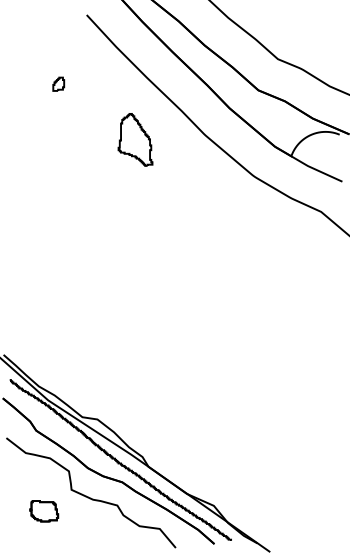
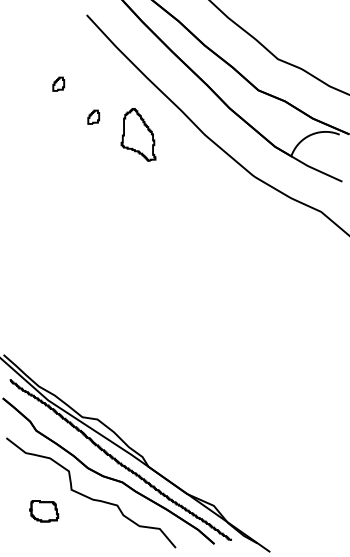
part at (93, 116): none -> present
part at (135, 139) position: (135, 139) -> (138, 134)
